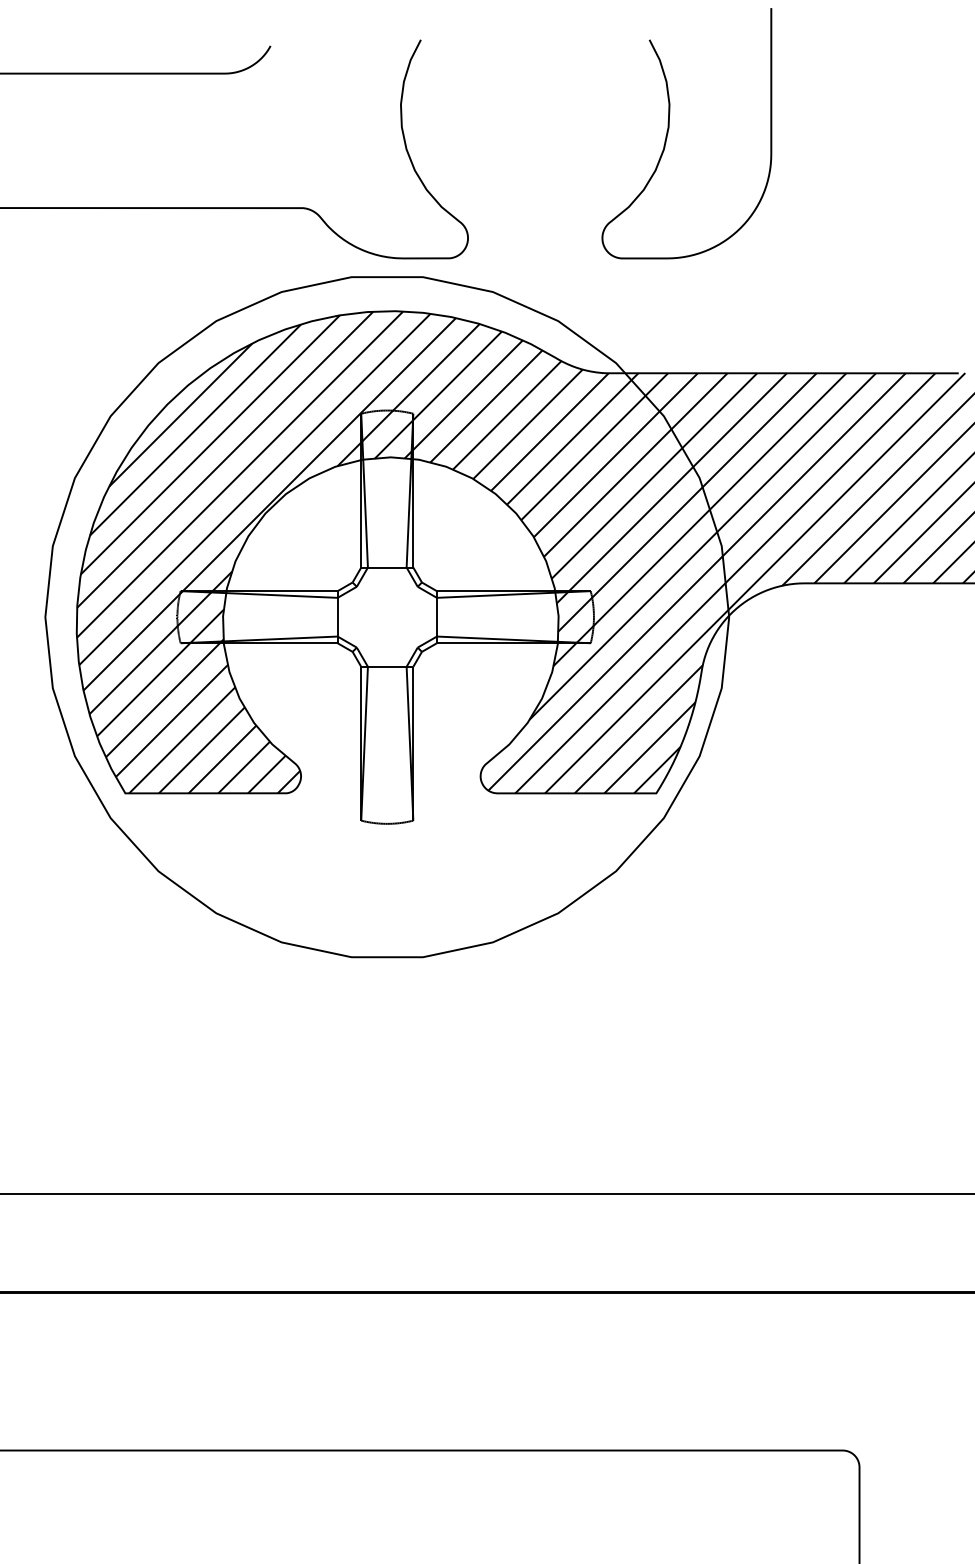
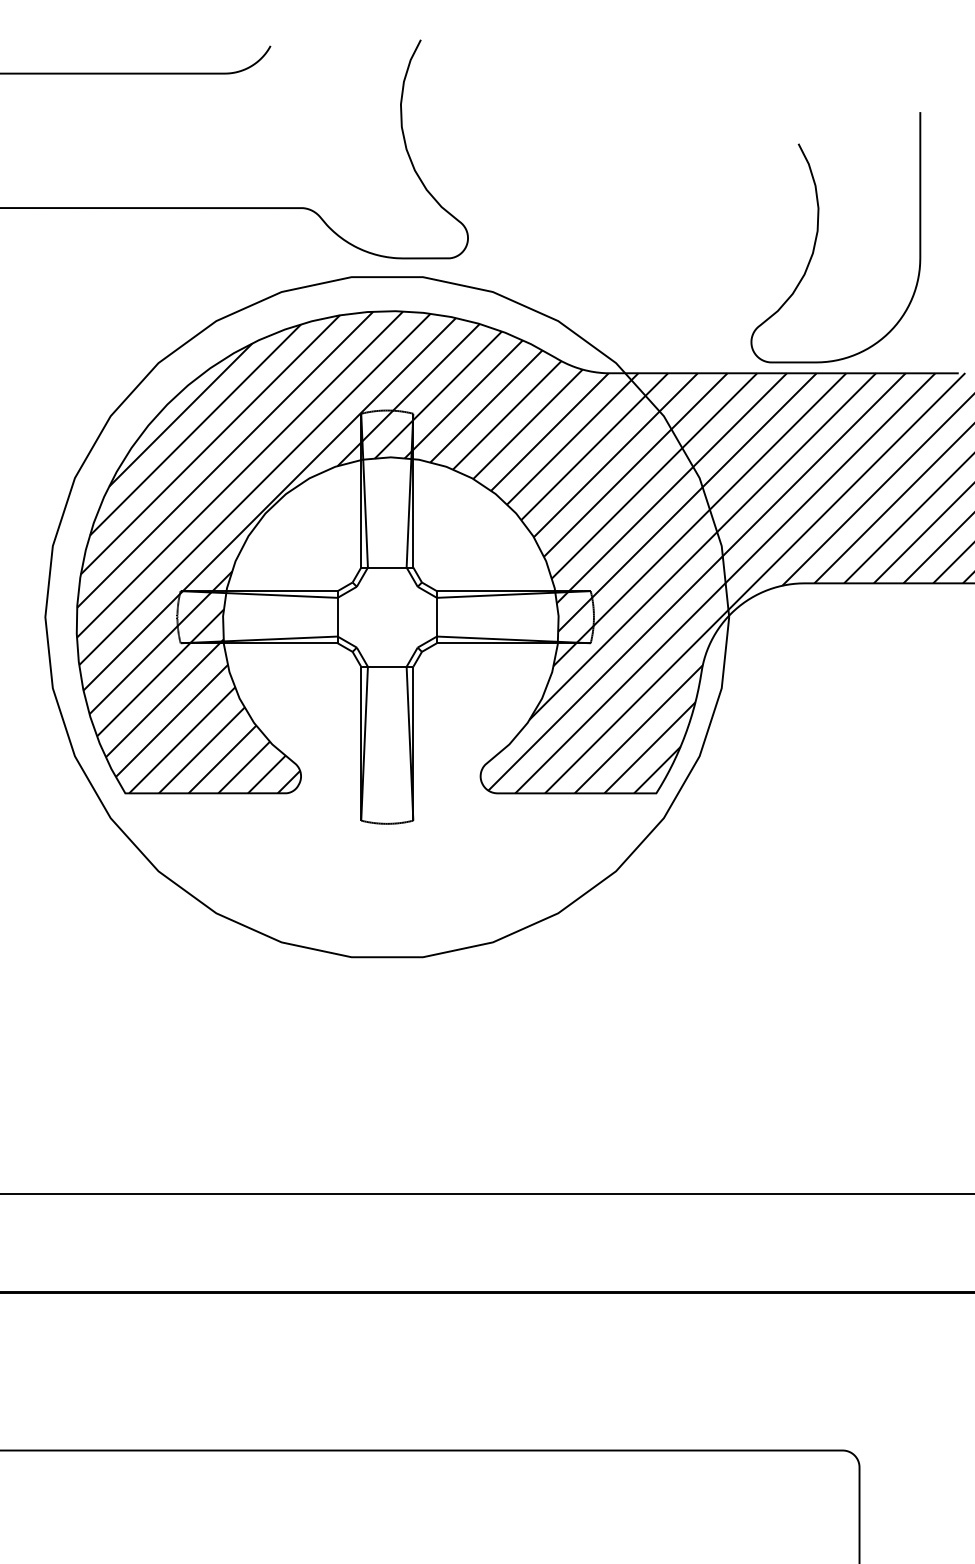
curve at (669, 128) position: (669, 128) -> (818, 232)
